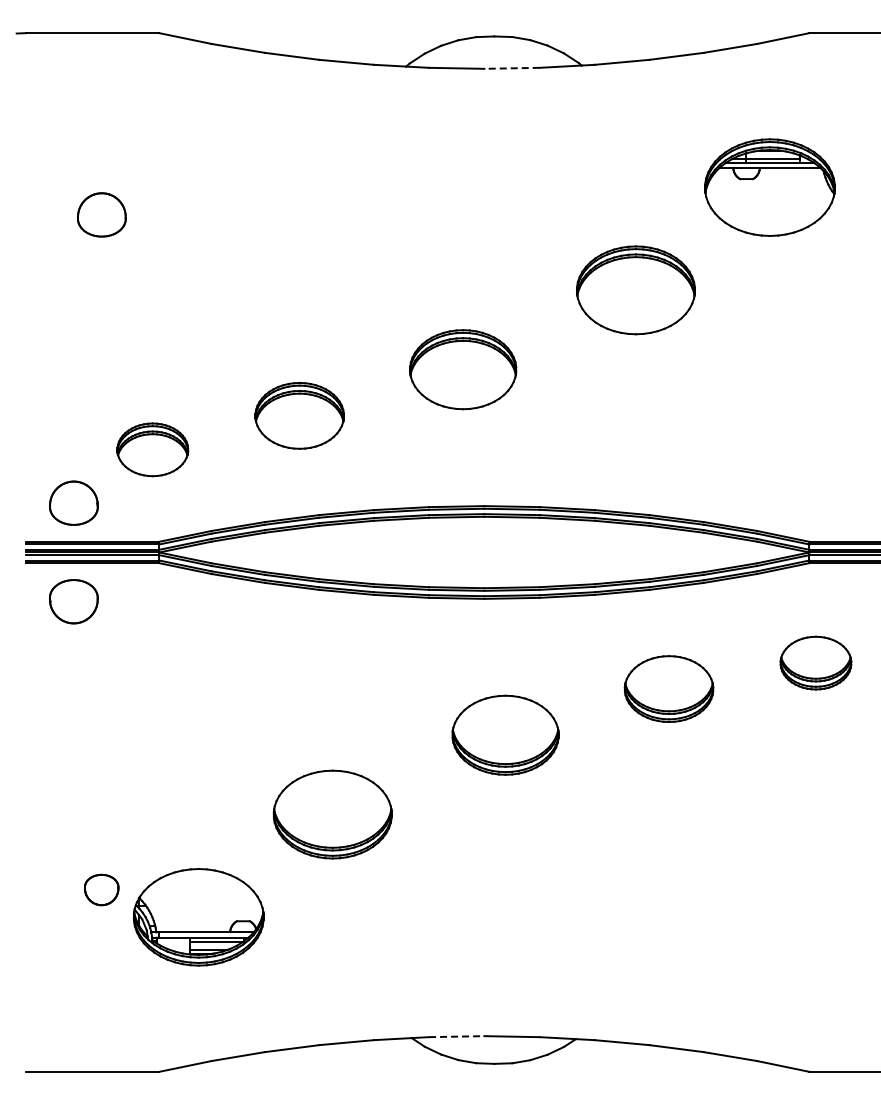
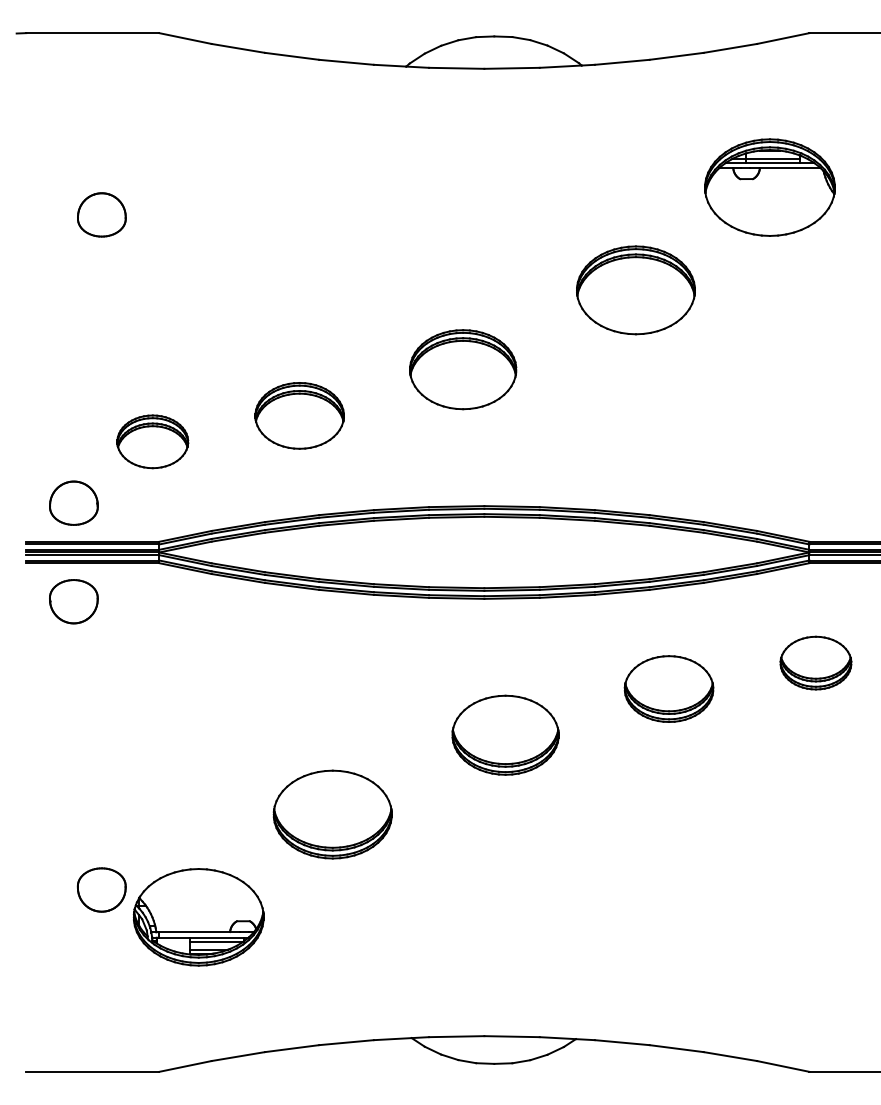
line at (512, 68): dashed -> solid
part at (152, 449) position: (152, 449) -> (152, 441)
part at (101, 889) size: 36x34 px -> 51x46 px
line at (456, 1036): dashed -> solid
